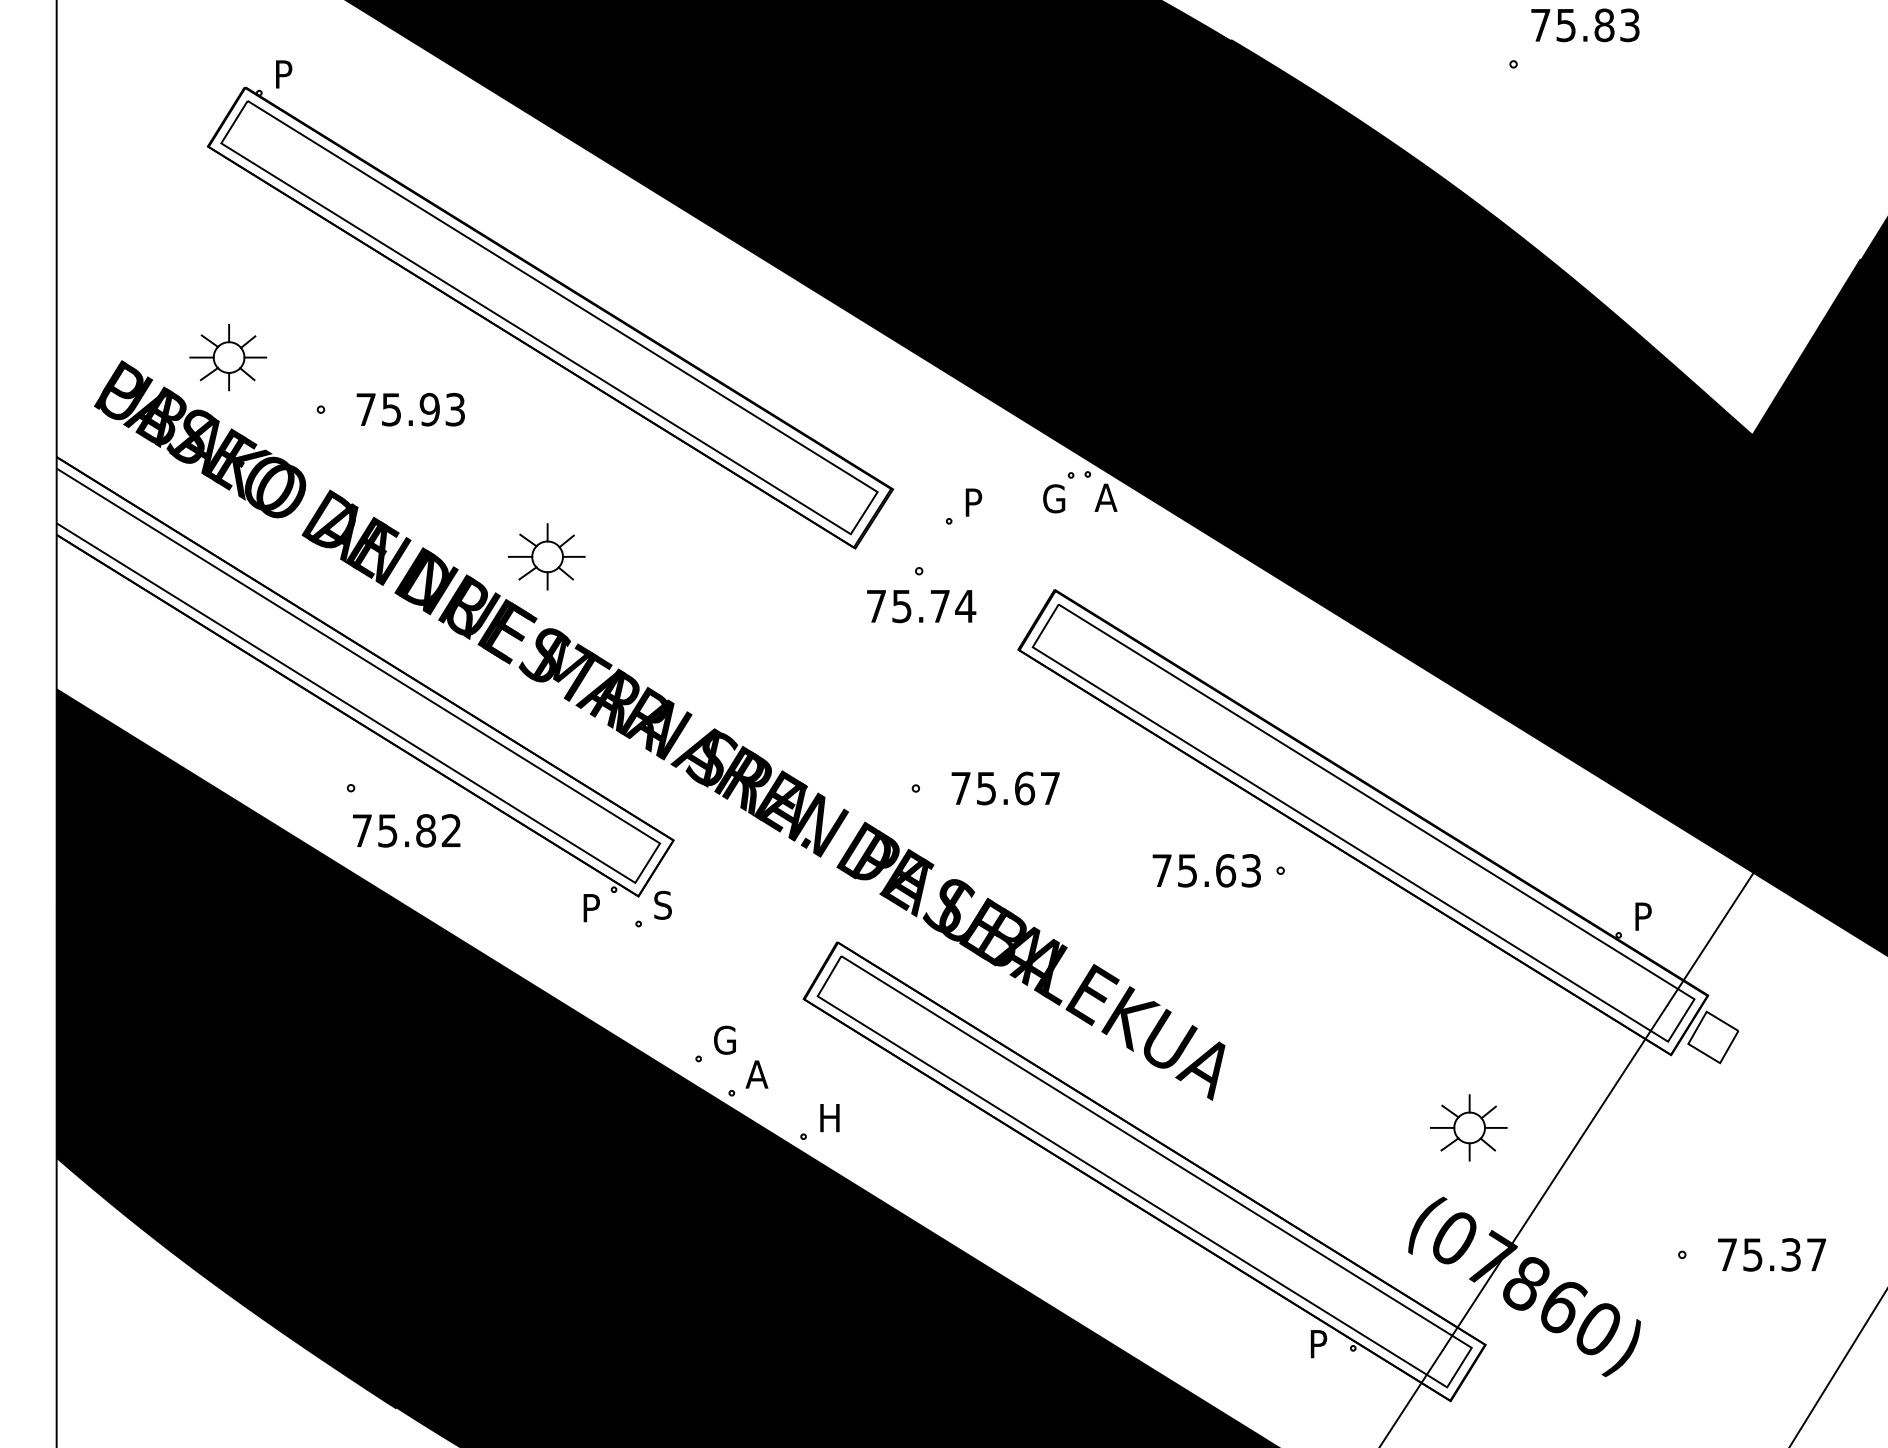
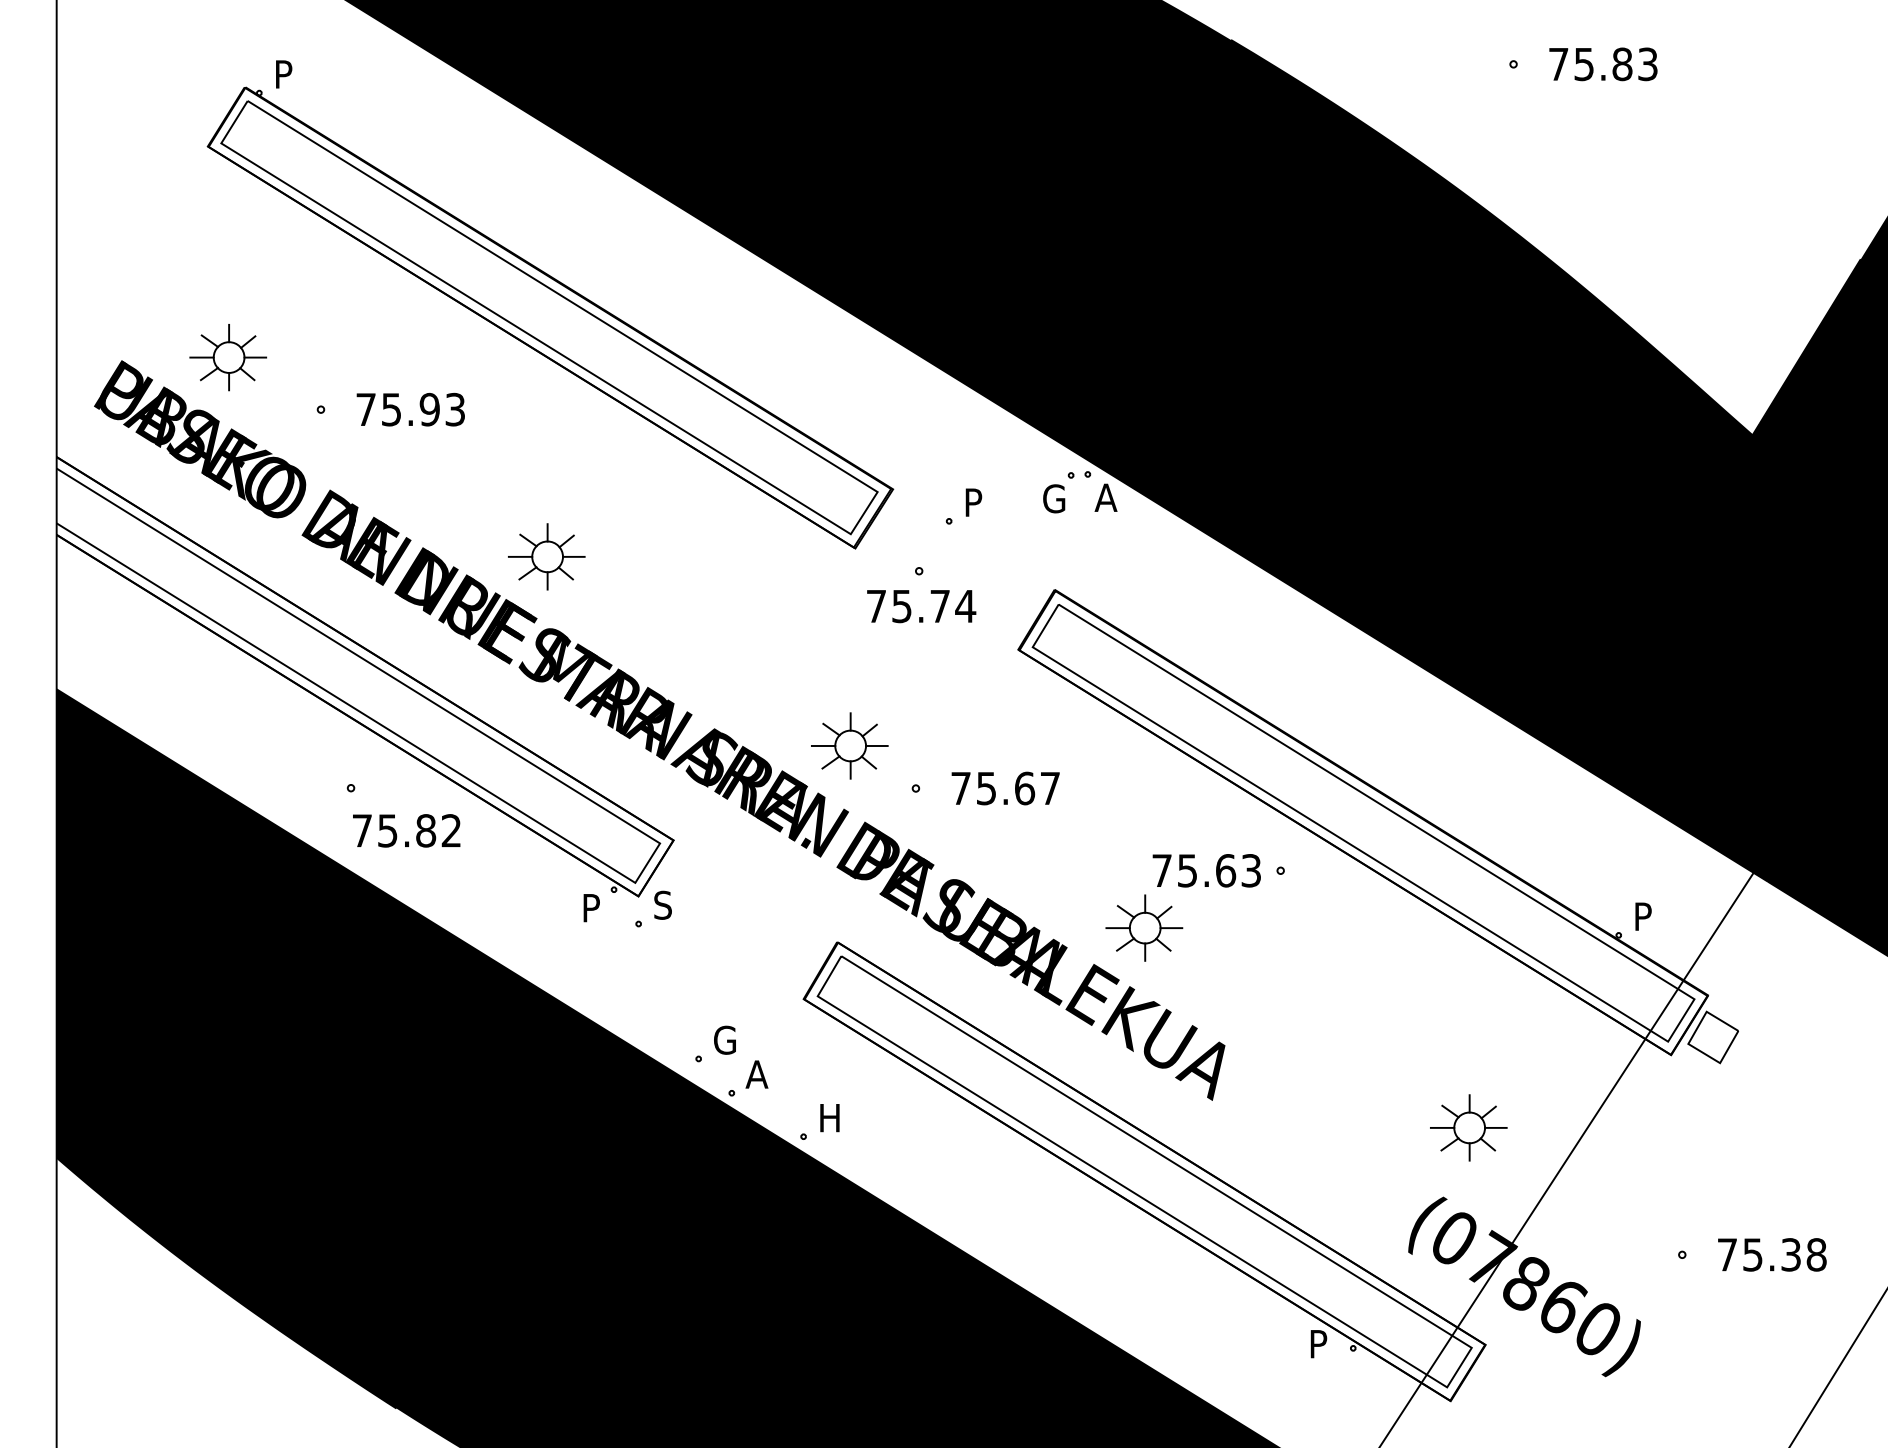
text at (1585, 25) position: (1585, 25) -> (1603, 64)
part at (849, 745): none -> present
part at (1144, 927): none -> present
text at (1816, 1254): 75.37 -> 75.38
